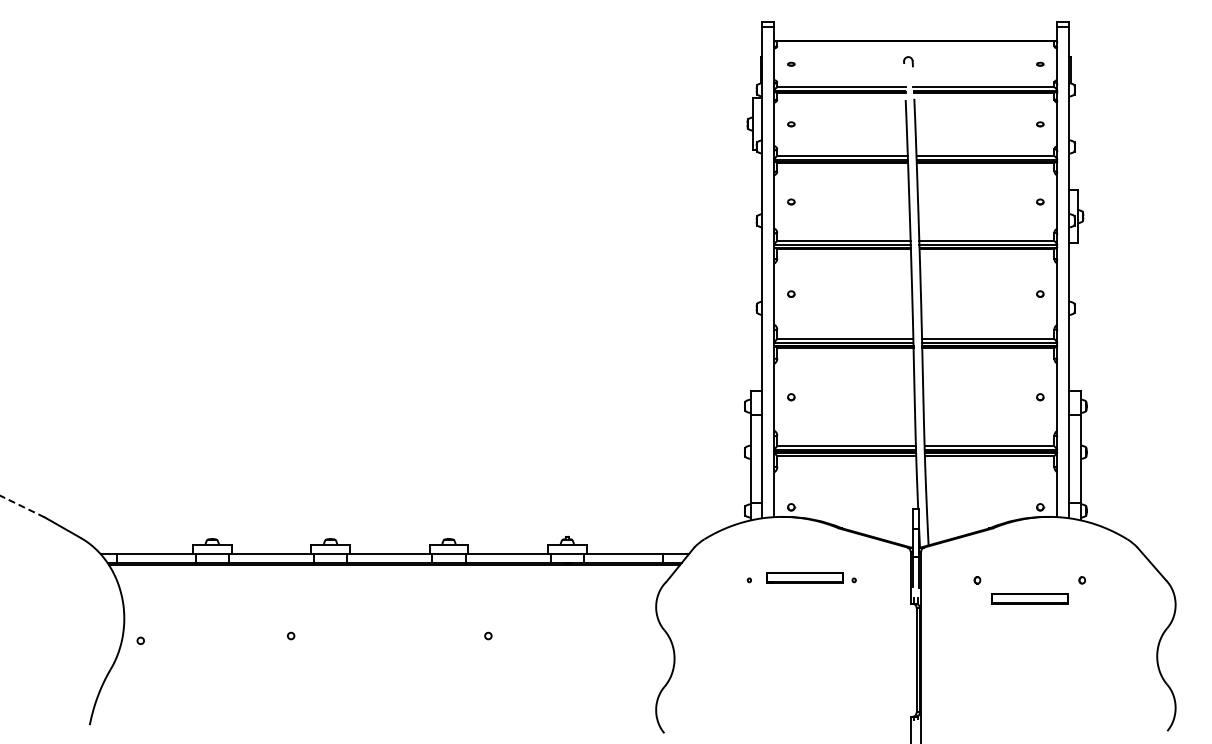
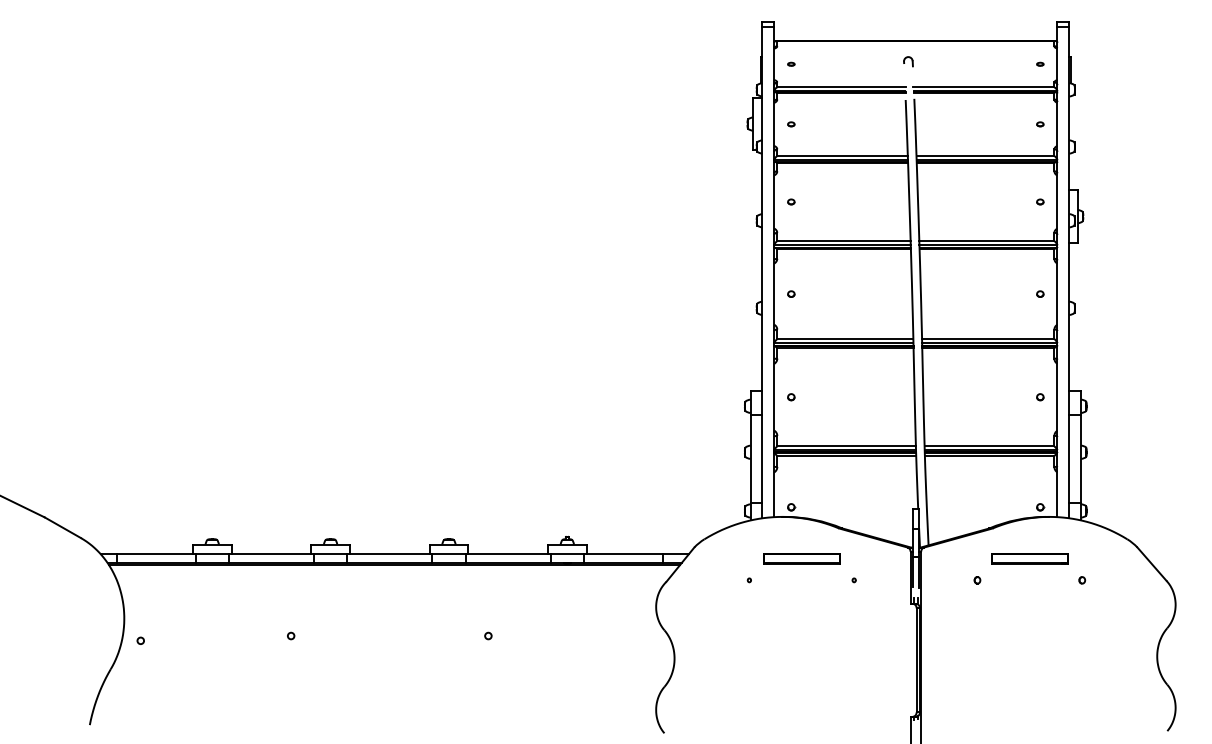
line at (22, 506): dashed -> solid
part at (804, 577) position: (804, 577) -> (801, 558)
part at (1029, 598) position: (1029, 598) -> (1029, 558)
